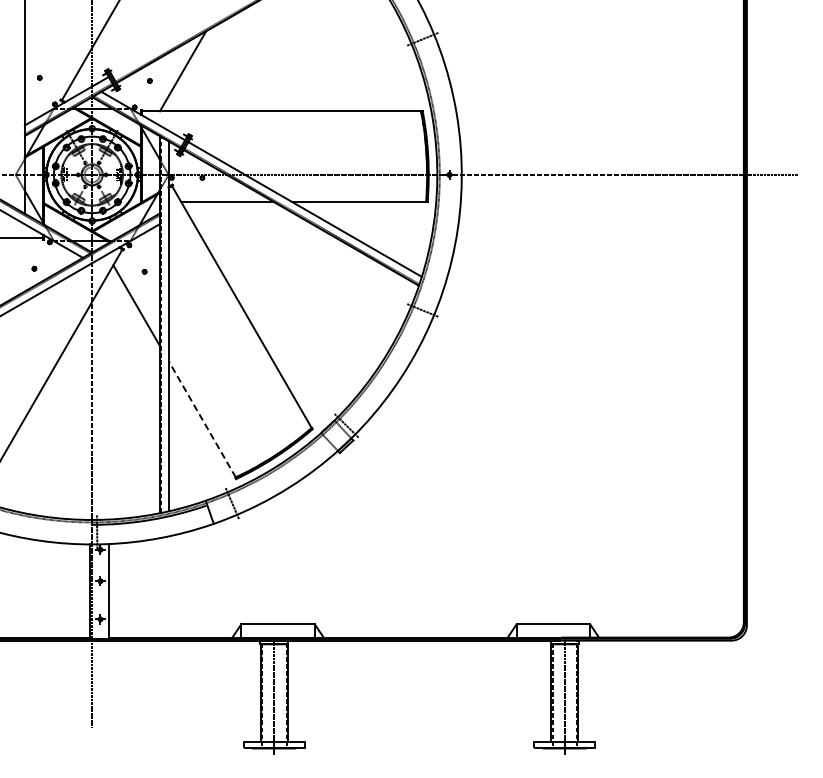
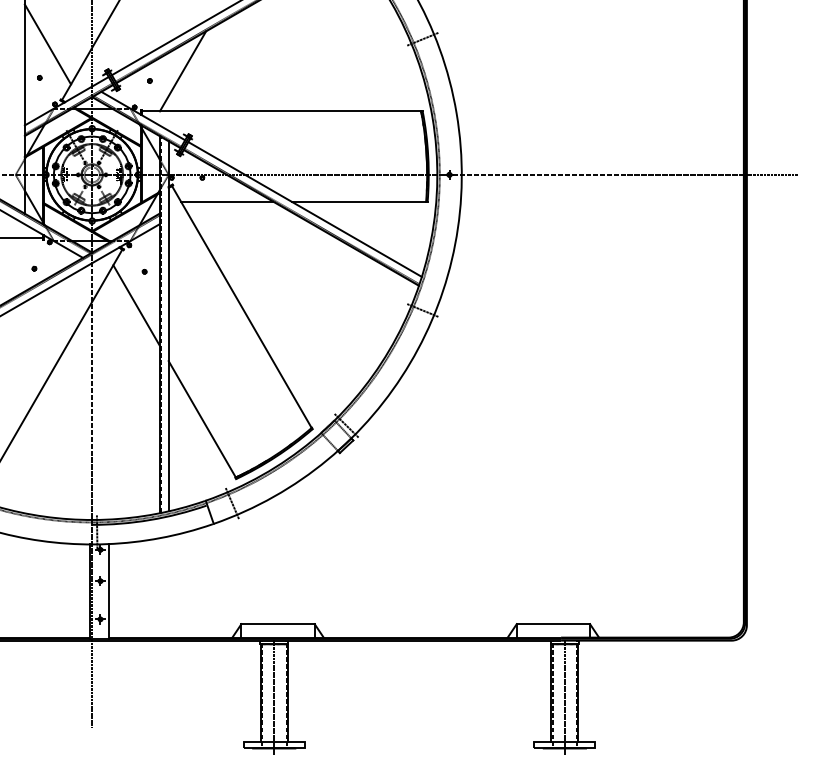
line at (174, 38): none -> present
line at (47, 44): none -> present
line at (202, 418): dashed -> solid
